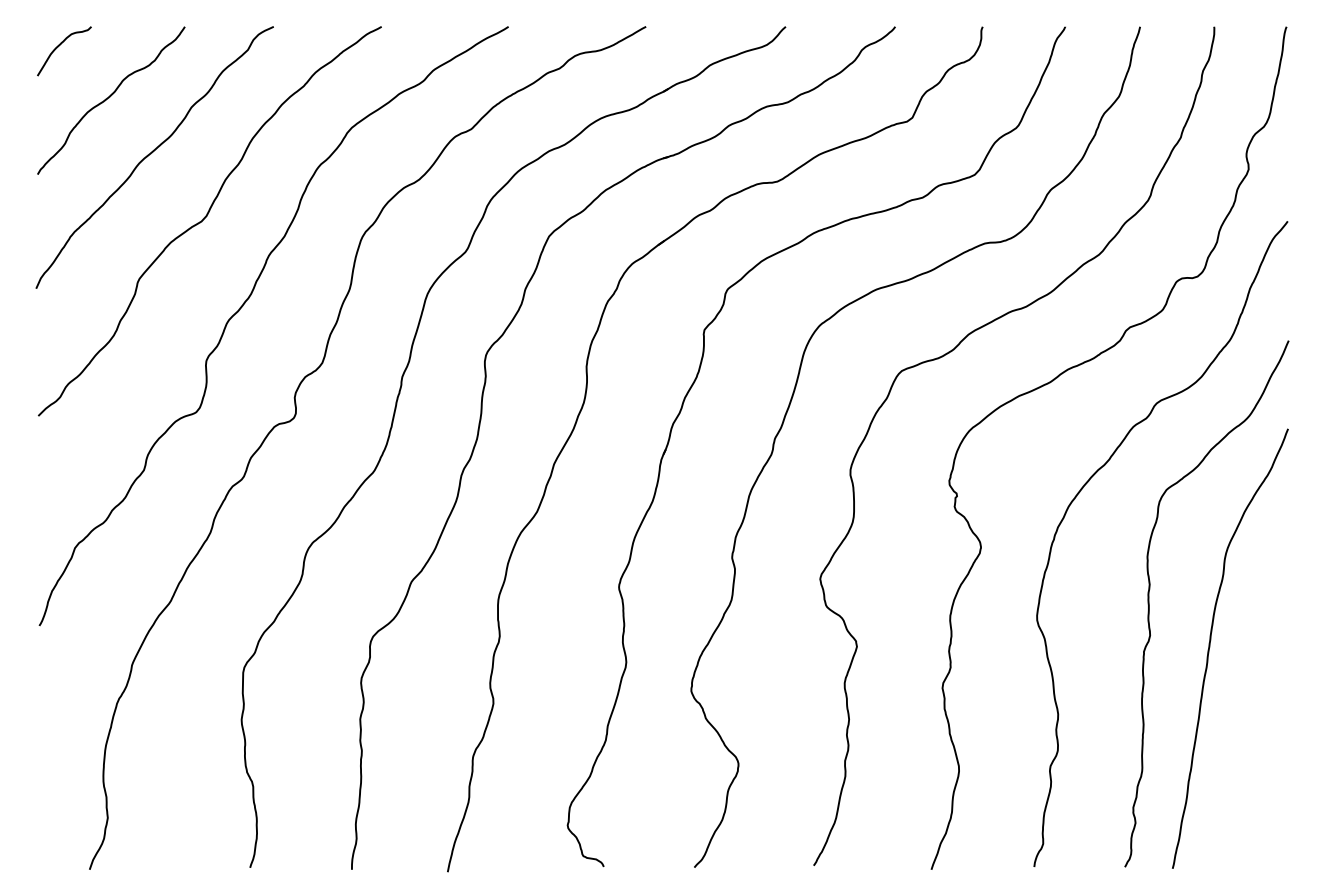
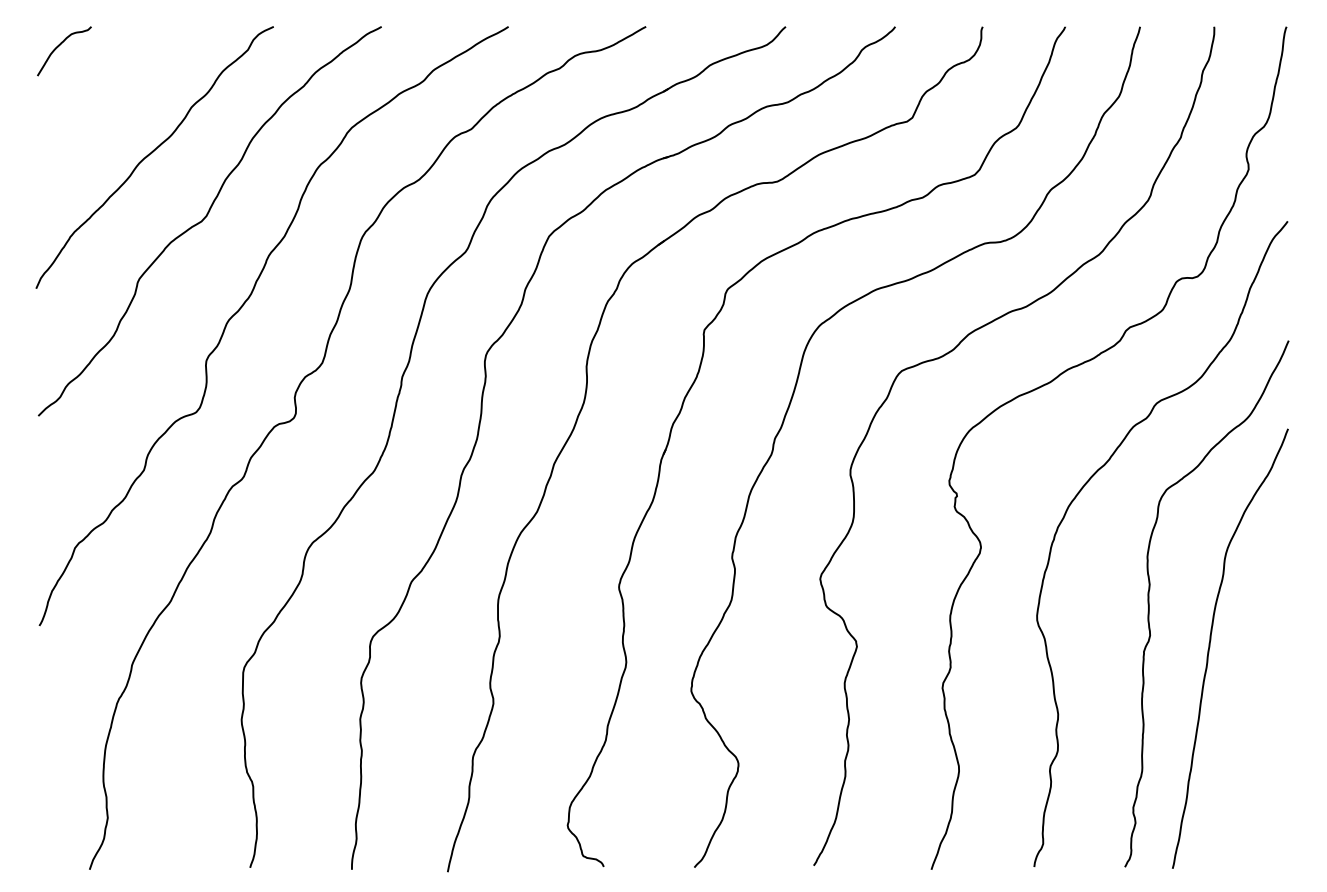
curve at (109, 98): present -> none
